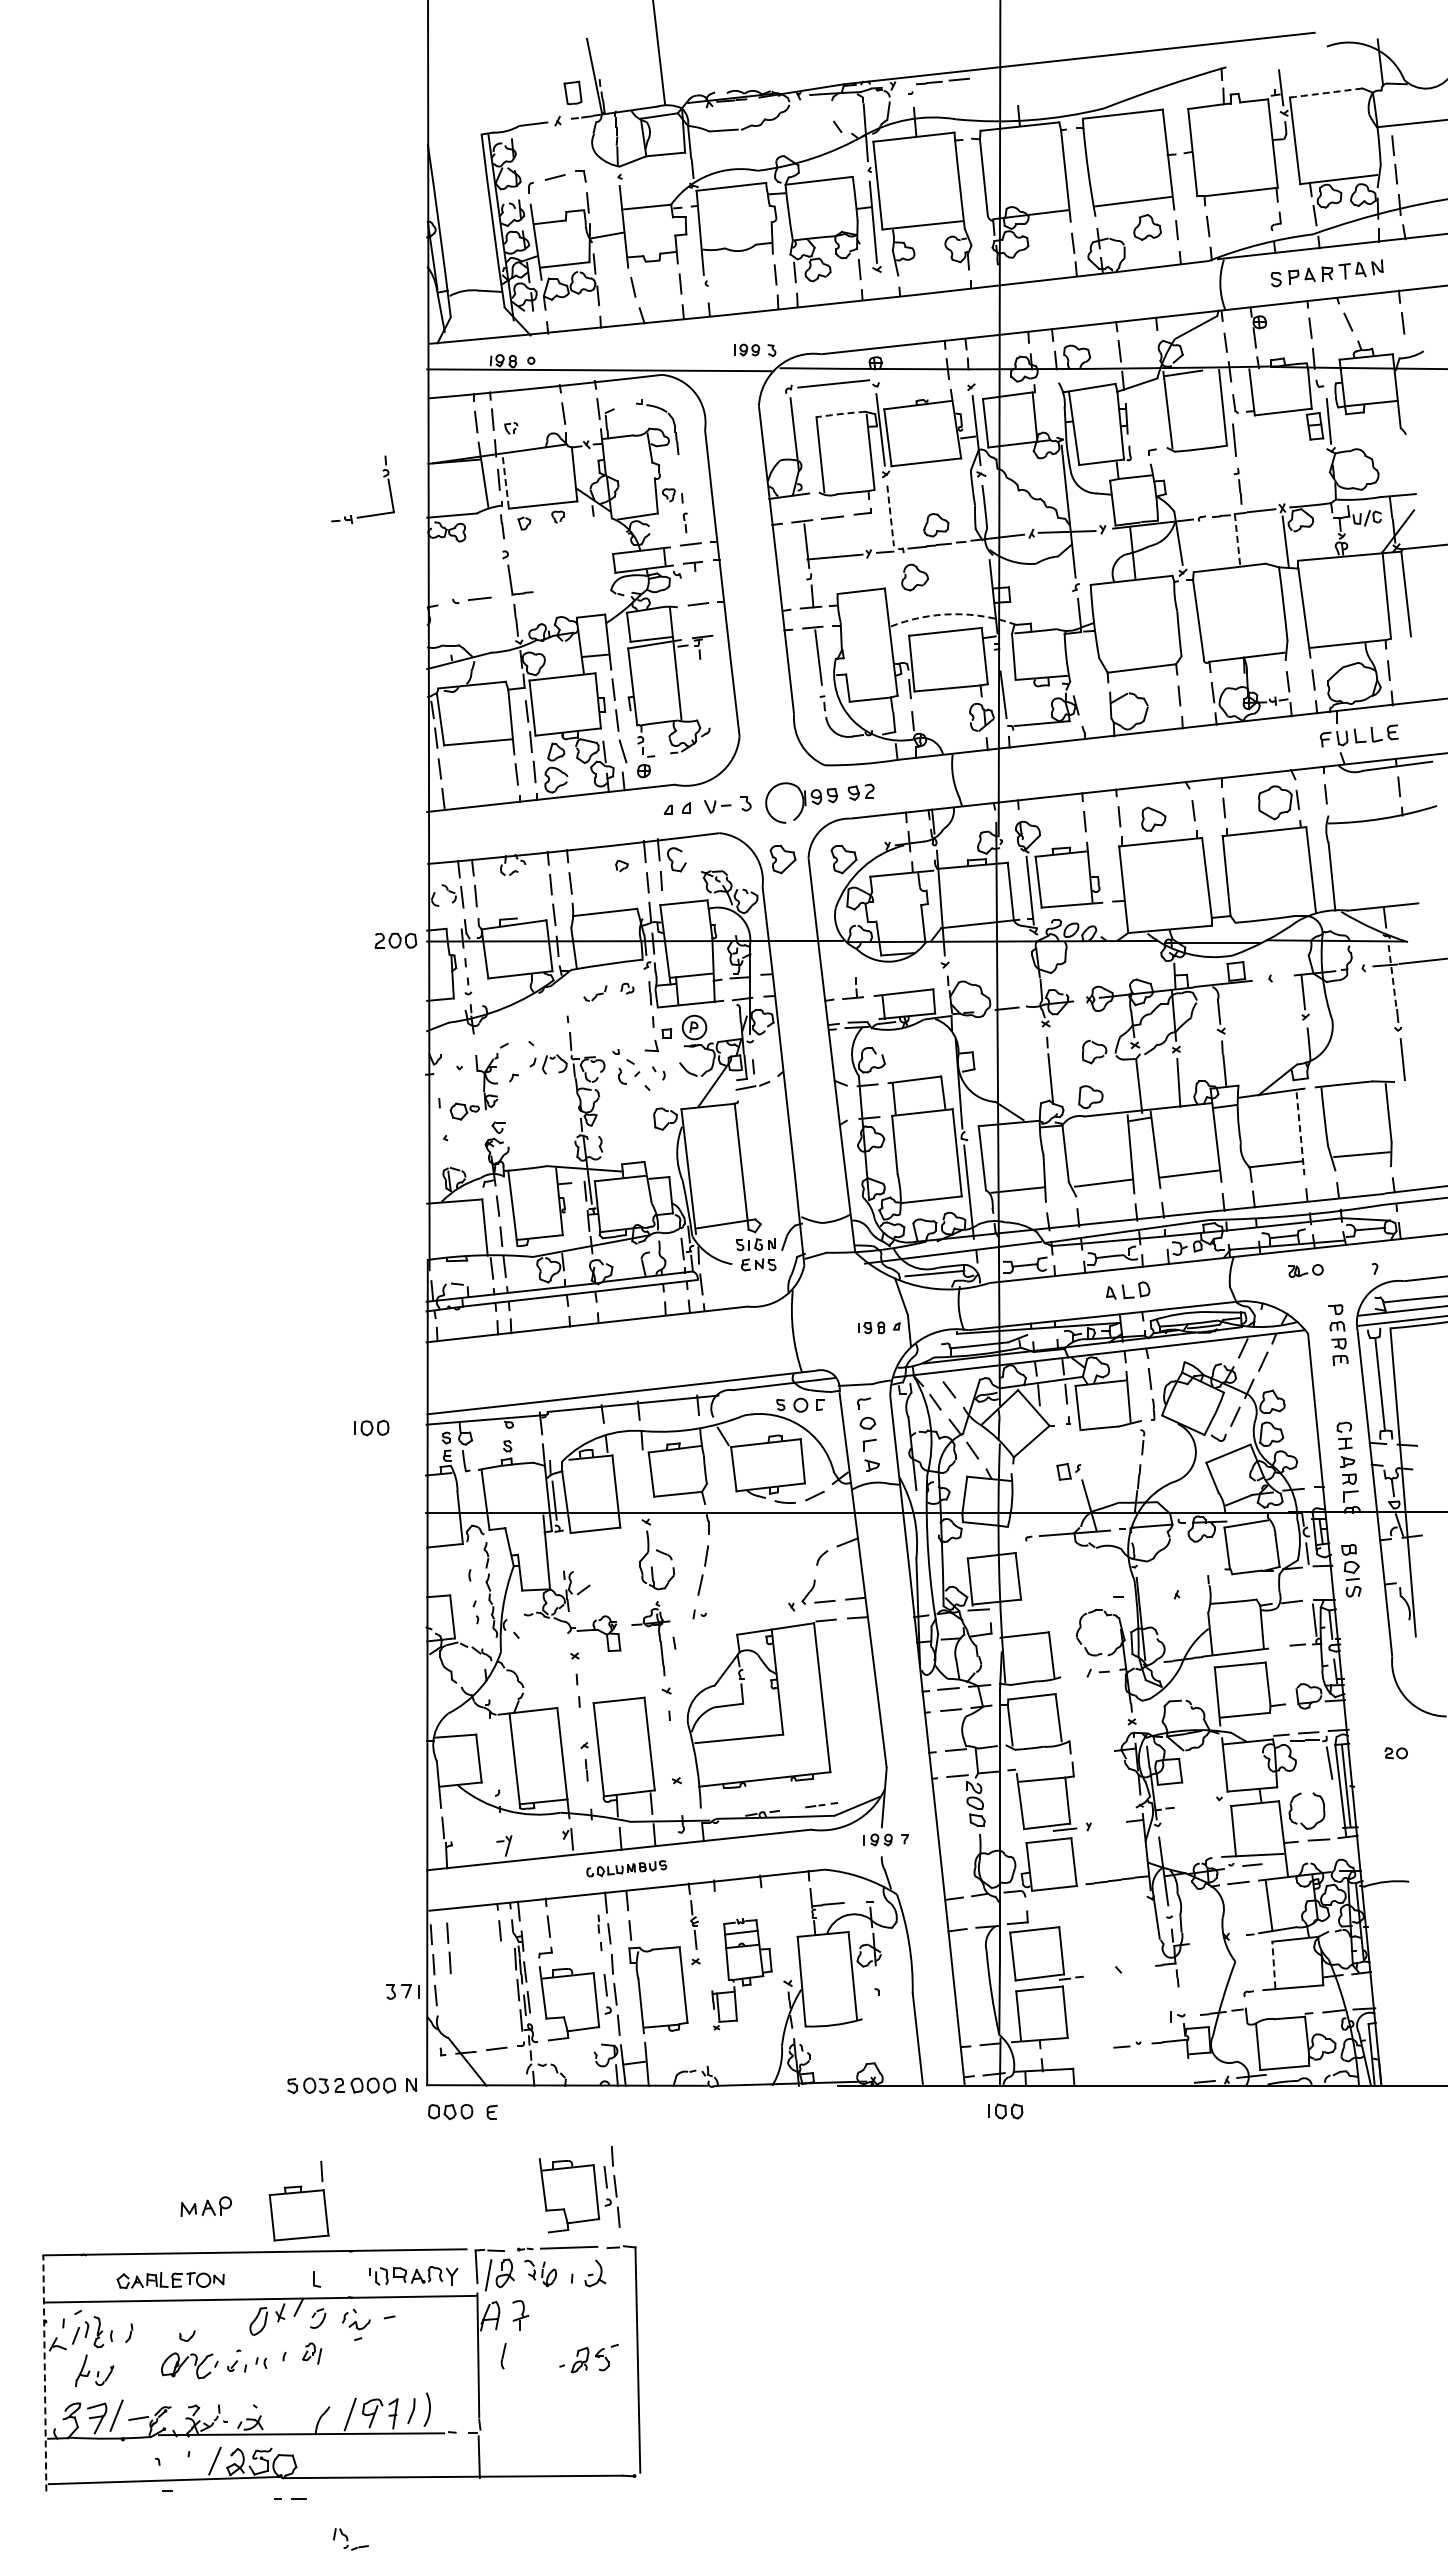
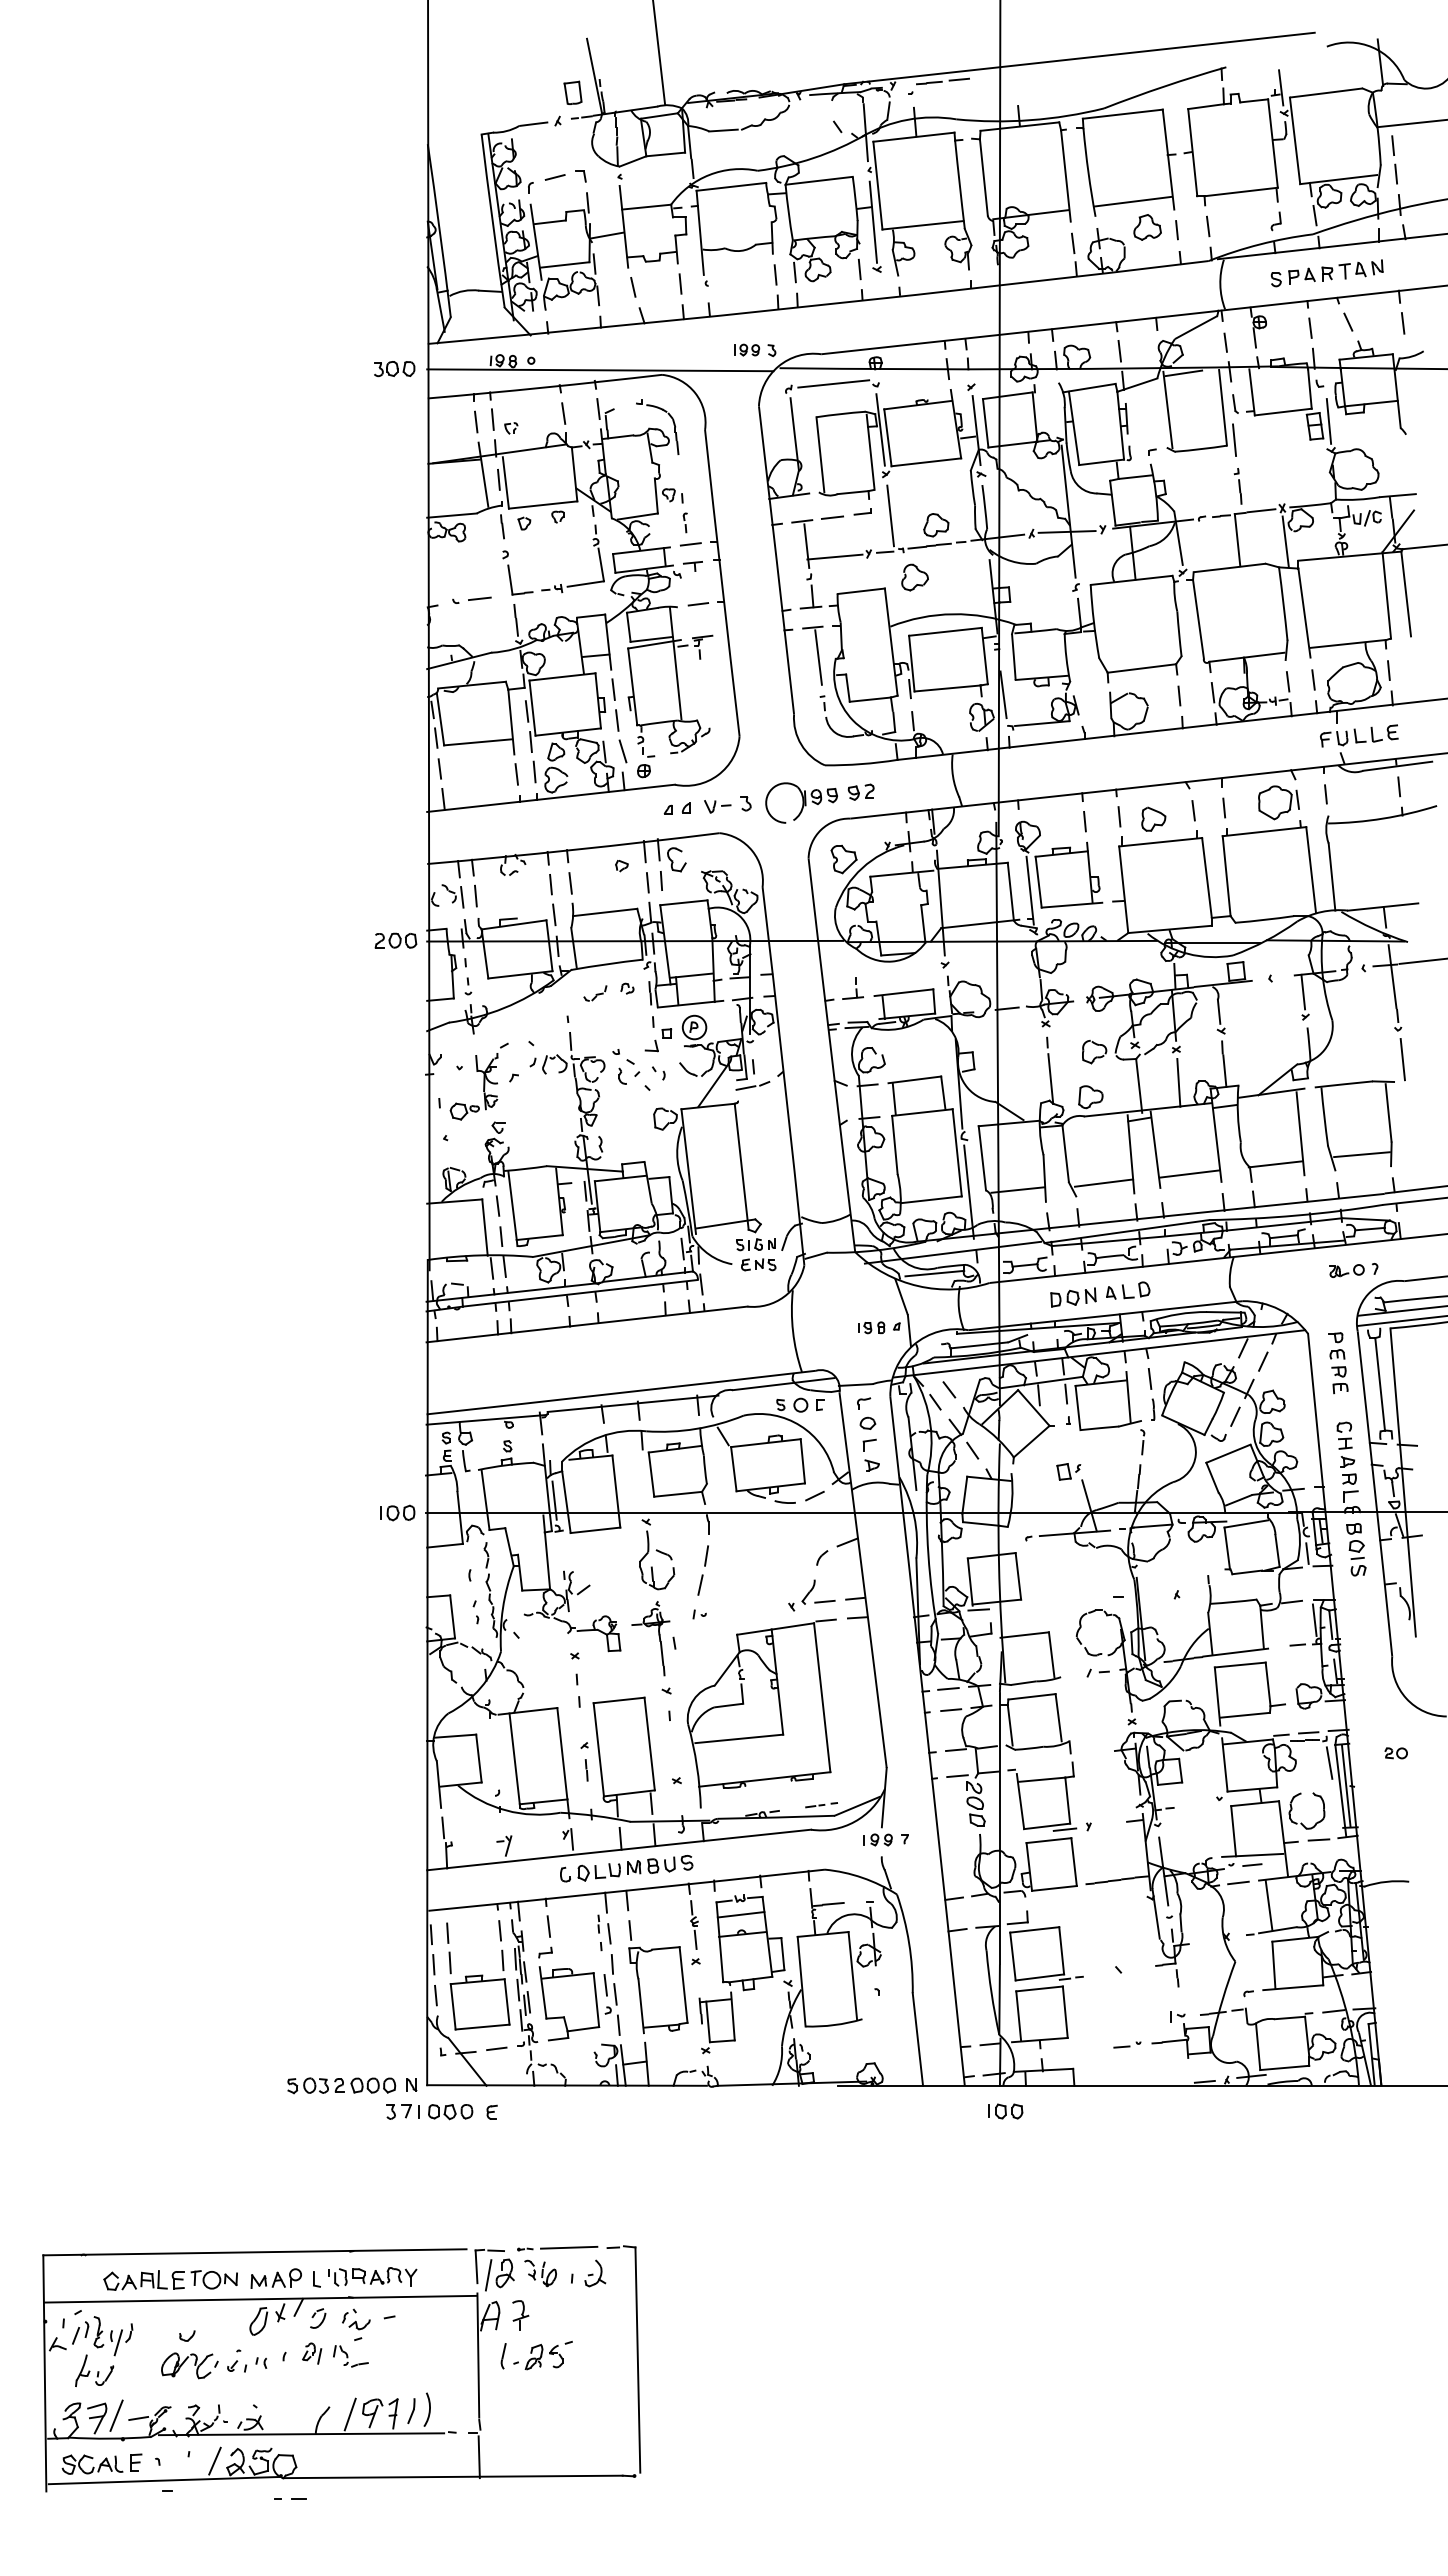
arc at (1326, 93): dashed -> solid
part at (394, 369): none -> present
arc at (840, 414): dashed -> solid
part at (383, 477) position: (383, 477) -> (593, 546)
line at (505, 482): dashed -> solid
line at (890, 516): dashed -> solid
line at (1237, 540): dashed -> solid
arc at (953, 614): dashed -> solid
part at (782, 859): present -> none
line at (1392, 976): dashed -> solid
line at (1300, 1133): dashed -> solid
part at (1305, 1270) position: (1305, 1270) -> (1346, 1270)
part at (1073, 1297): none -> present
part at (1338, 1335) position: (1338, 1335) -> (1338, 1363)
part at (371, 1427) position: (371, 1427) -> (397, 1512)
part at (1351, 1570) position: (1351, 1570) -> (1356, 1549)
part at (626, 1868) size: 82x18 px -> 134x28 px
line at (1273, 1964): dashed -> solid
part at (741, 1974) size: 62x113 px -> 88x161 px
part at (402, 1991) position: (402, 1991) -> (402, 2111)
part at (579, 2189): present -> none
part at (298, 2200) position: (298, 2200) -> (479, 1989)
part at (205, 2206) position: (205, 2206) -> (275, 2278)
part at (413, 2275) position: (413, 2275) -> (372, 2276)
part at (170, 2280) size: 109x17 px -> 135x21 px
line at (118, 2342): none -> present
part at (588, 2358) position: (588, 2358) -> (542, 2355)
line at (44, 2372): dashed -> solid
part at (101, 2463): none -> present
part at (350, 2539) position: (350, 2539) -> (350, 2356)
